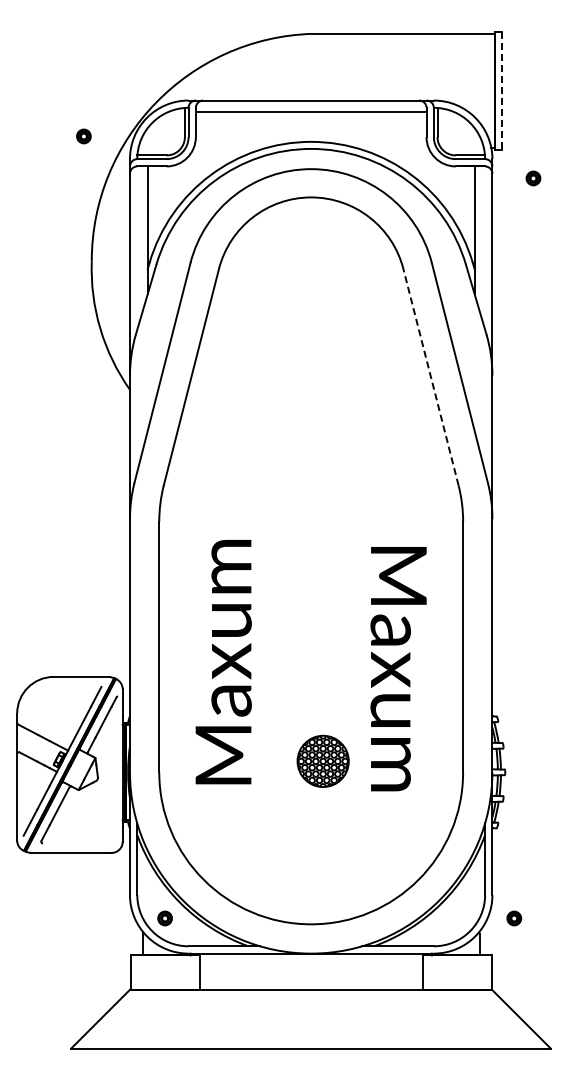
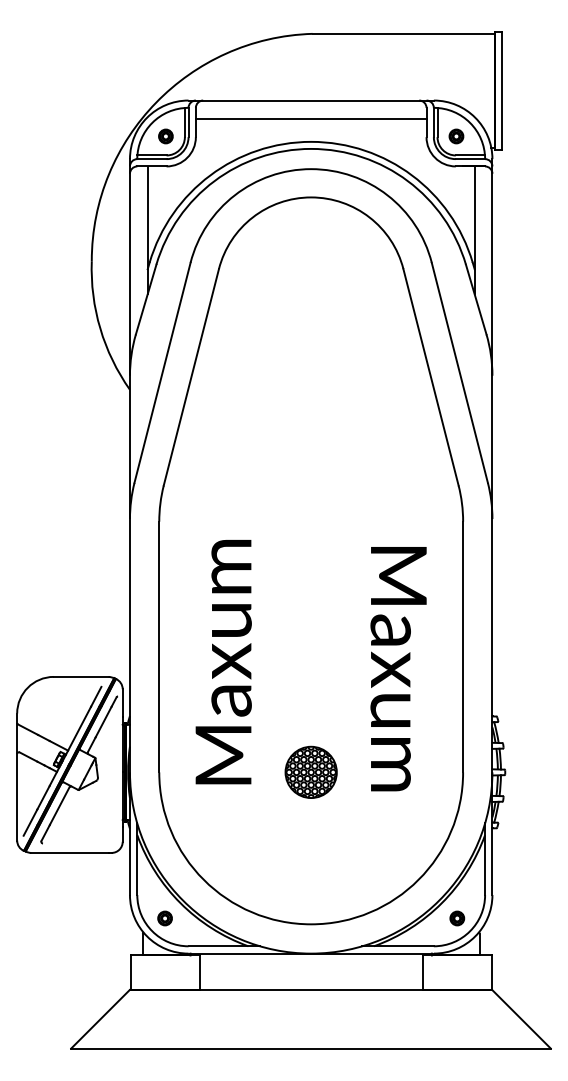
line at (502, 91): dashed -> solid
line at (310, 111) position: (310, 111) -> (310, 118)
part at (83, 136) position: (83, 136) -> (165, 136)
part at (533, 178) position: (533, 178) -> (456, 136)
line at (431, 377): dashed -> solid
part at (322, 760) position: (322, 760) -> (310, 771)
part at (514, 918) position: (514, 918) -> (457, 918)
